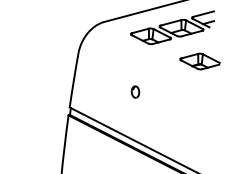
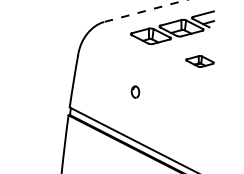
line at (144, 11): solid -> dashed
part at (199, 61) size: 42x19 px -> 30x13 px
